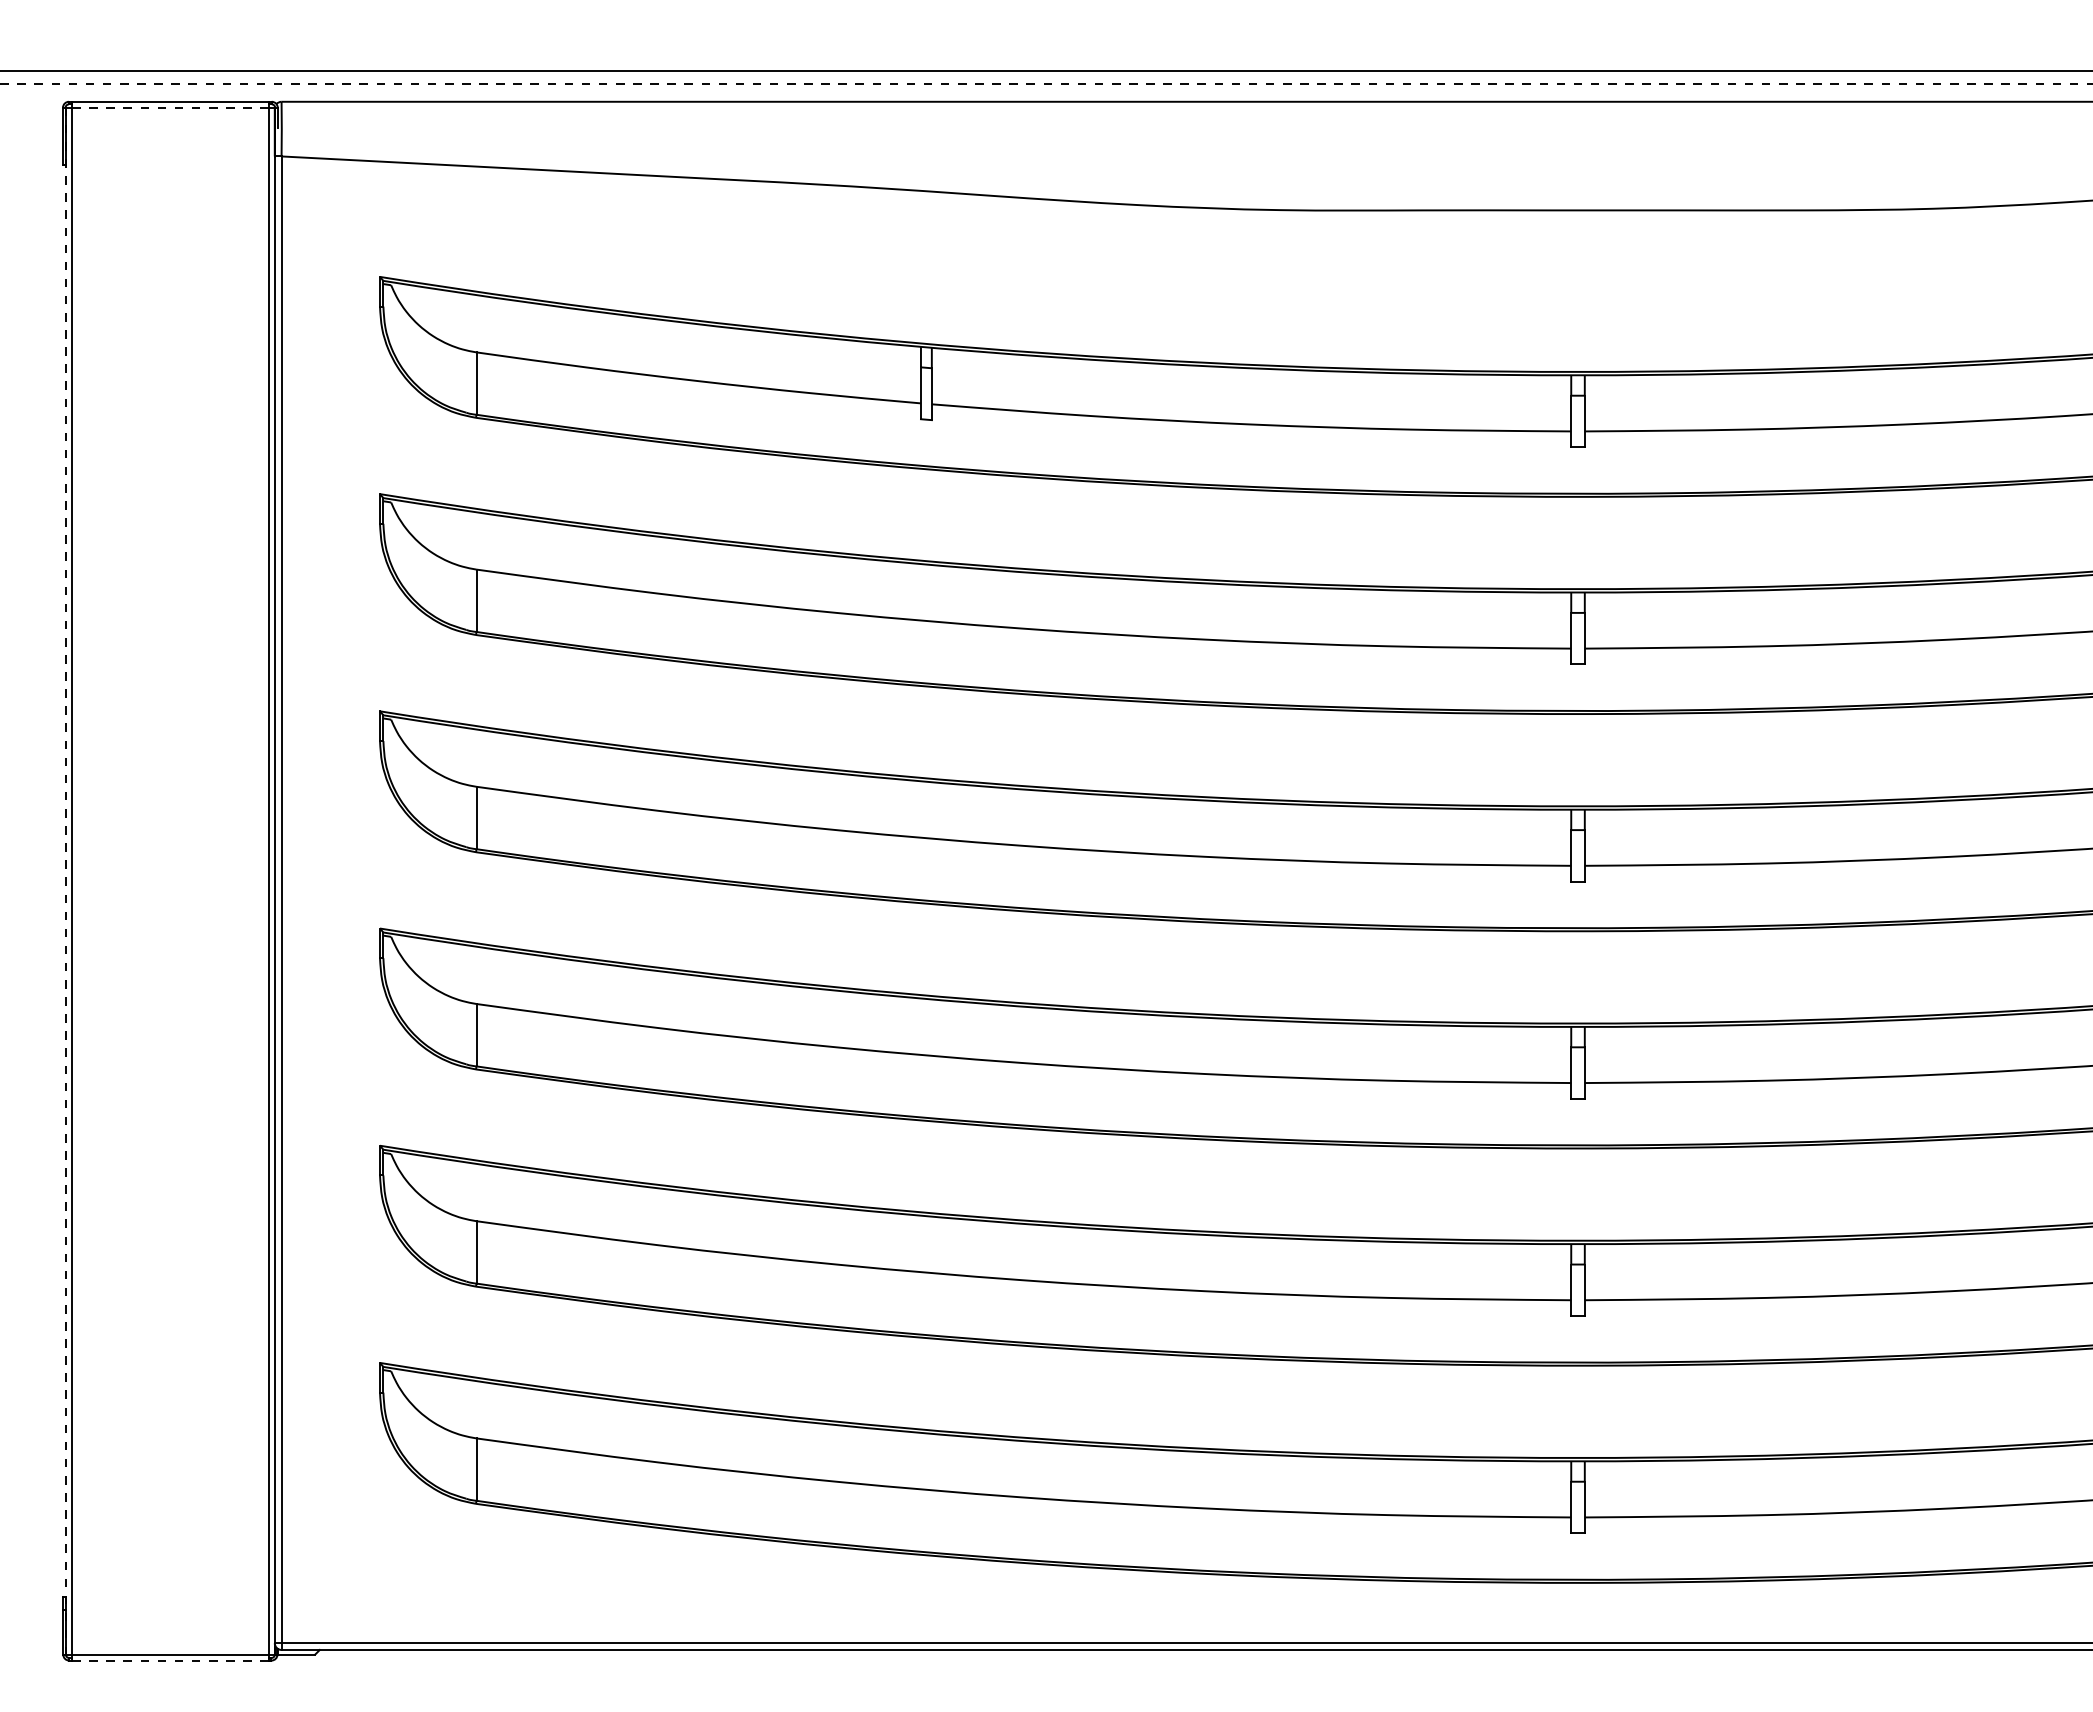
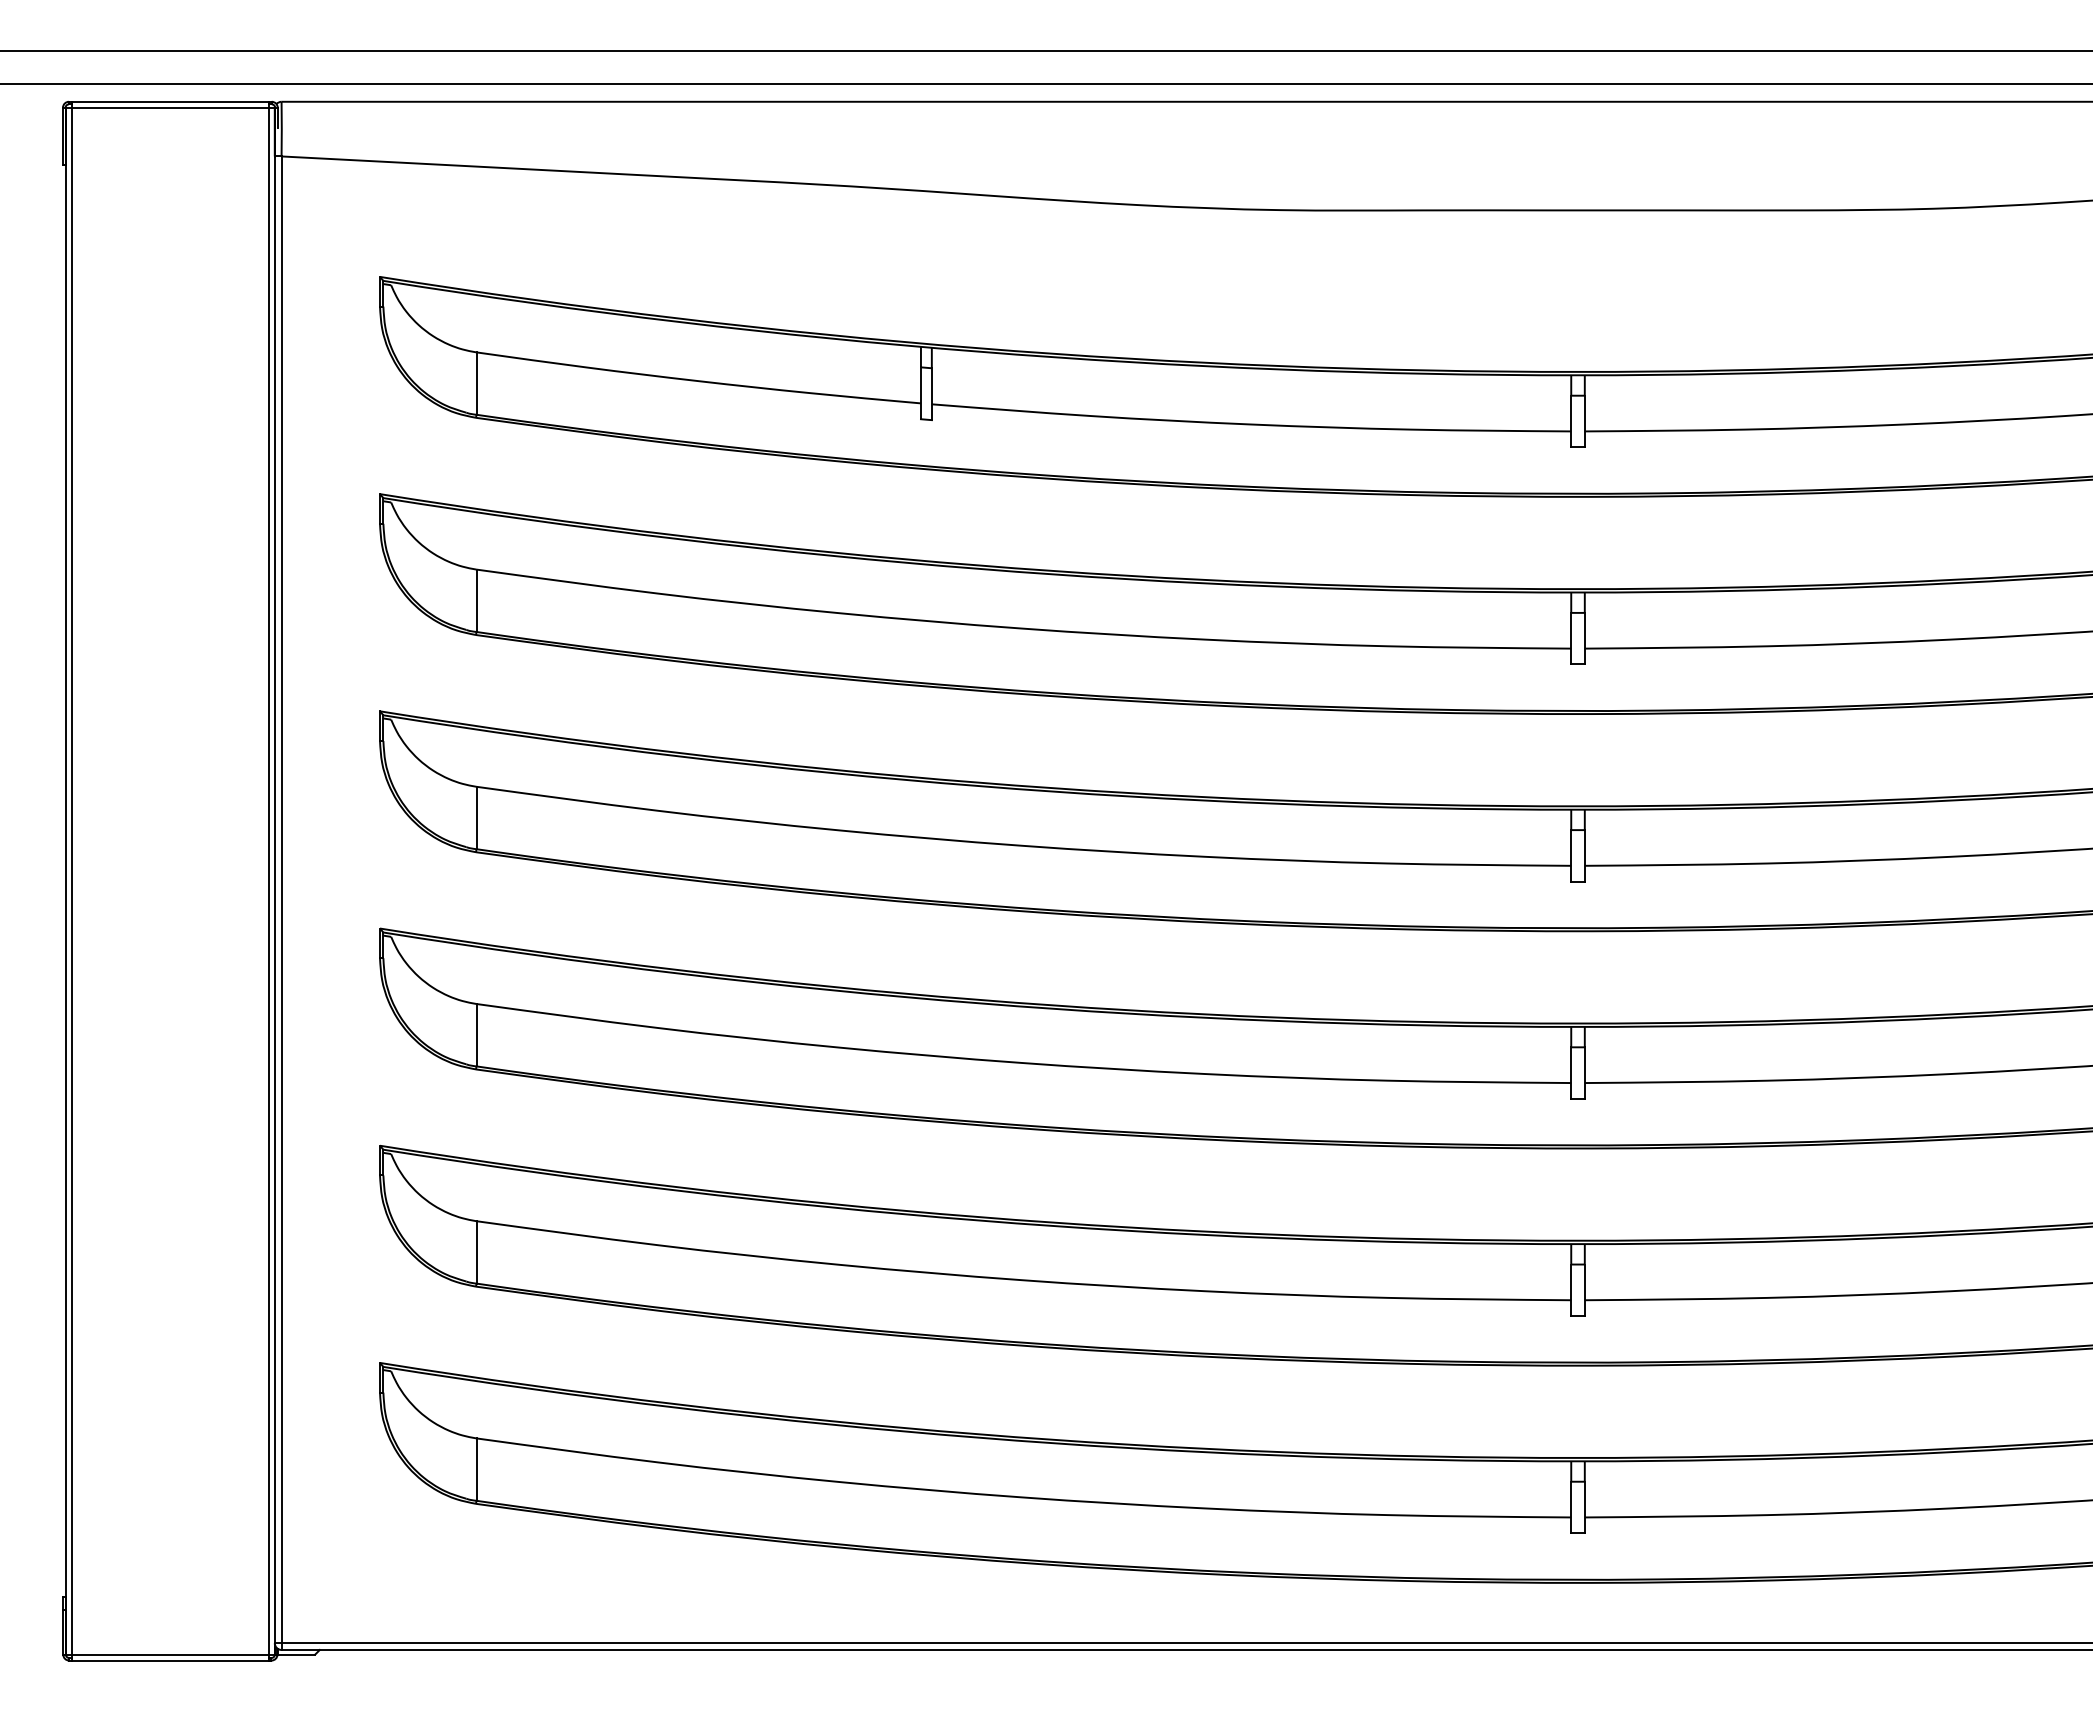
line at (1045, 71) position: (1045, 71) -> (1045, 51)
line at (1046, 83): dashed -> solid
line at (169, 107): dashed -> solid
line at (65, 881): dashed -> solid
line at (169, 1660): dashed -> solid
